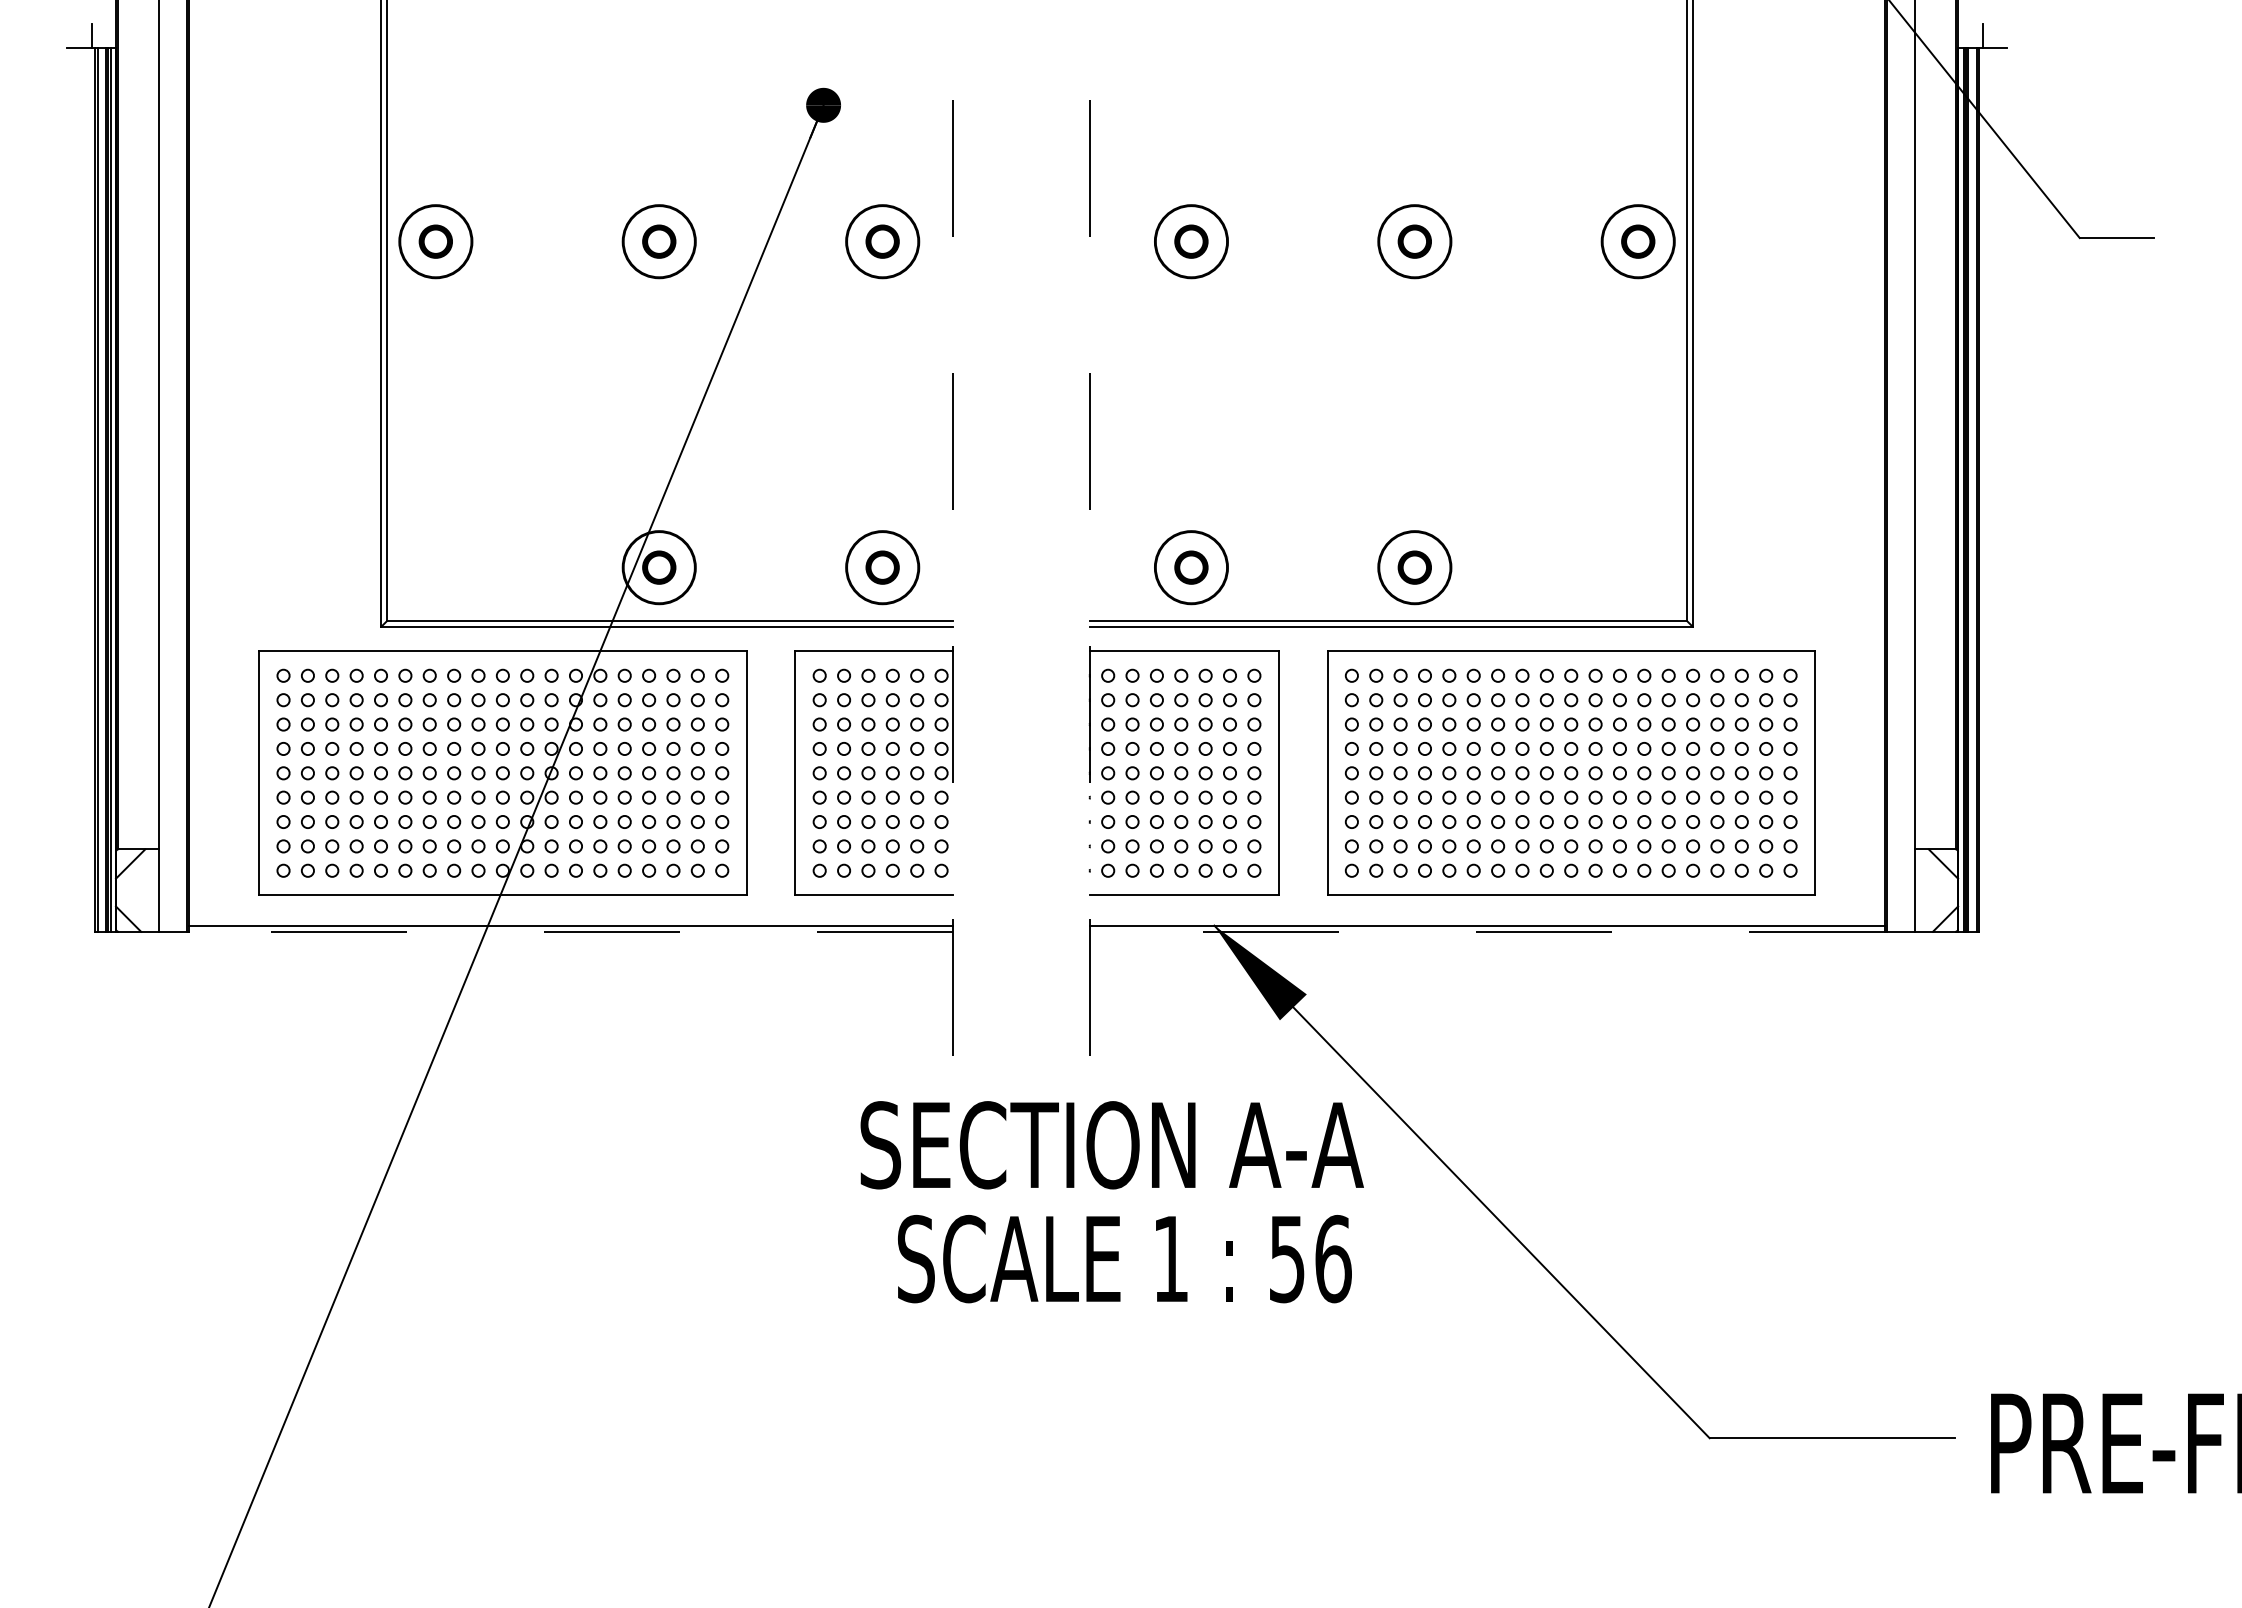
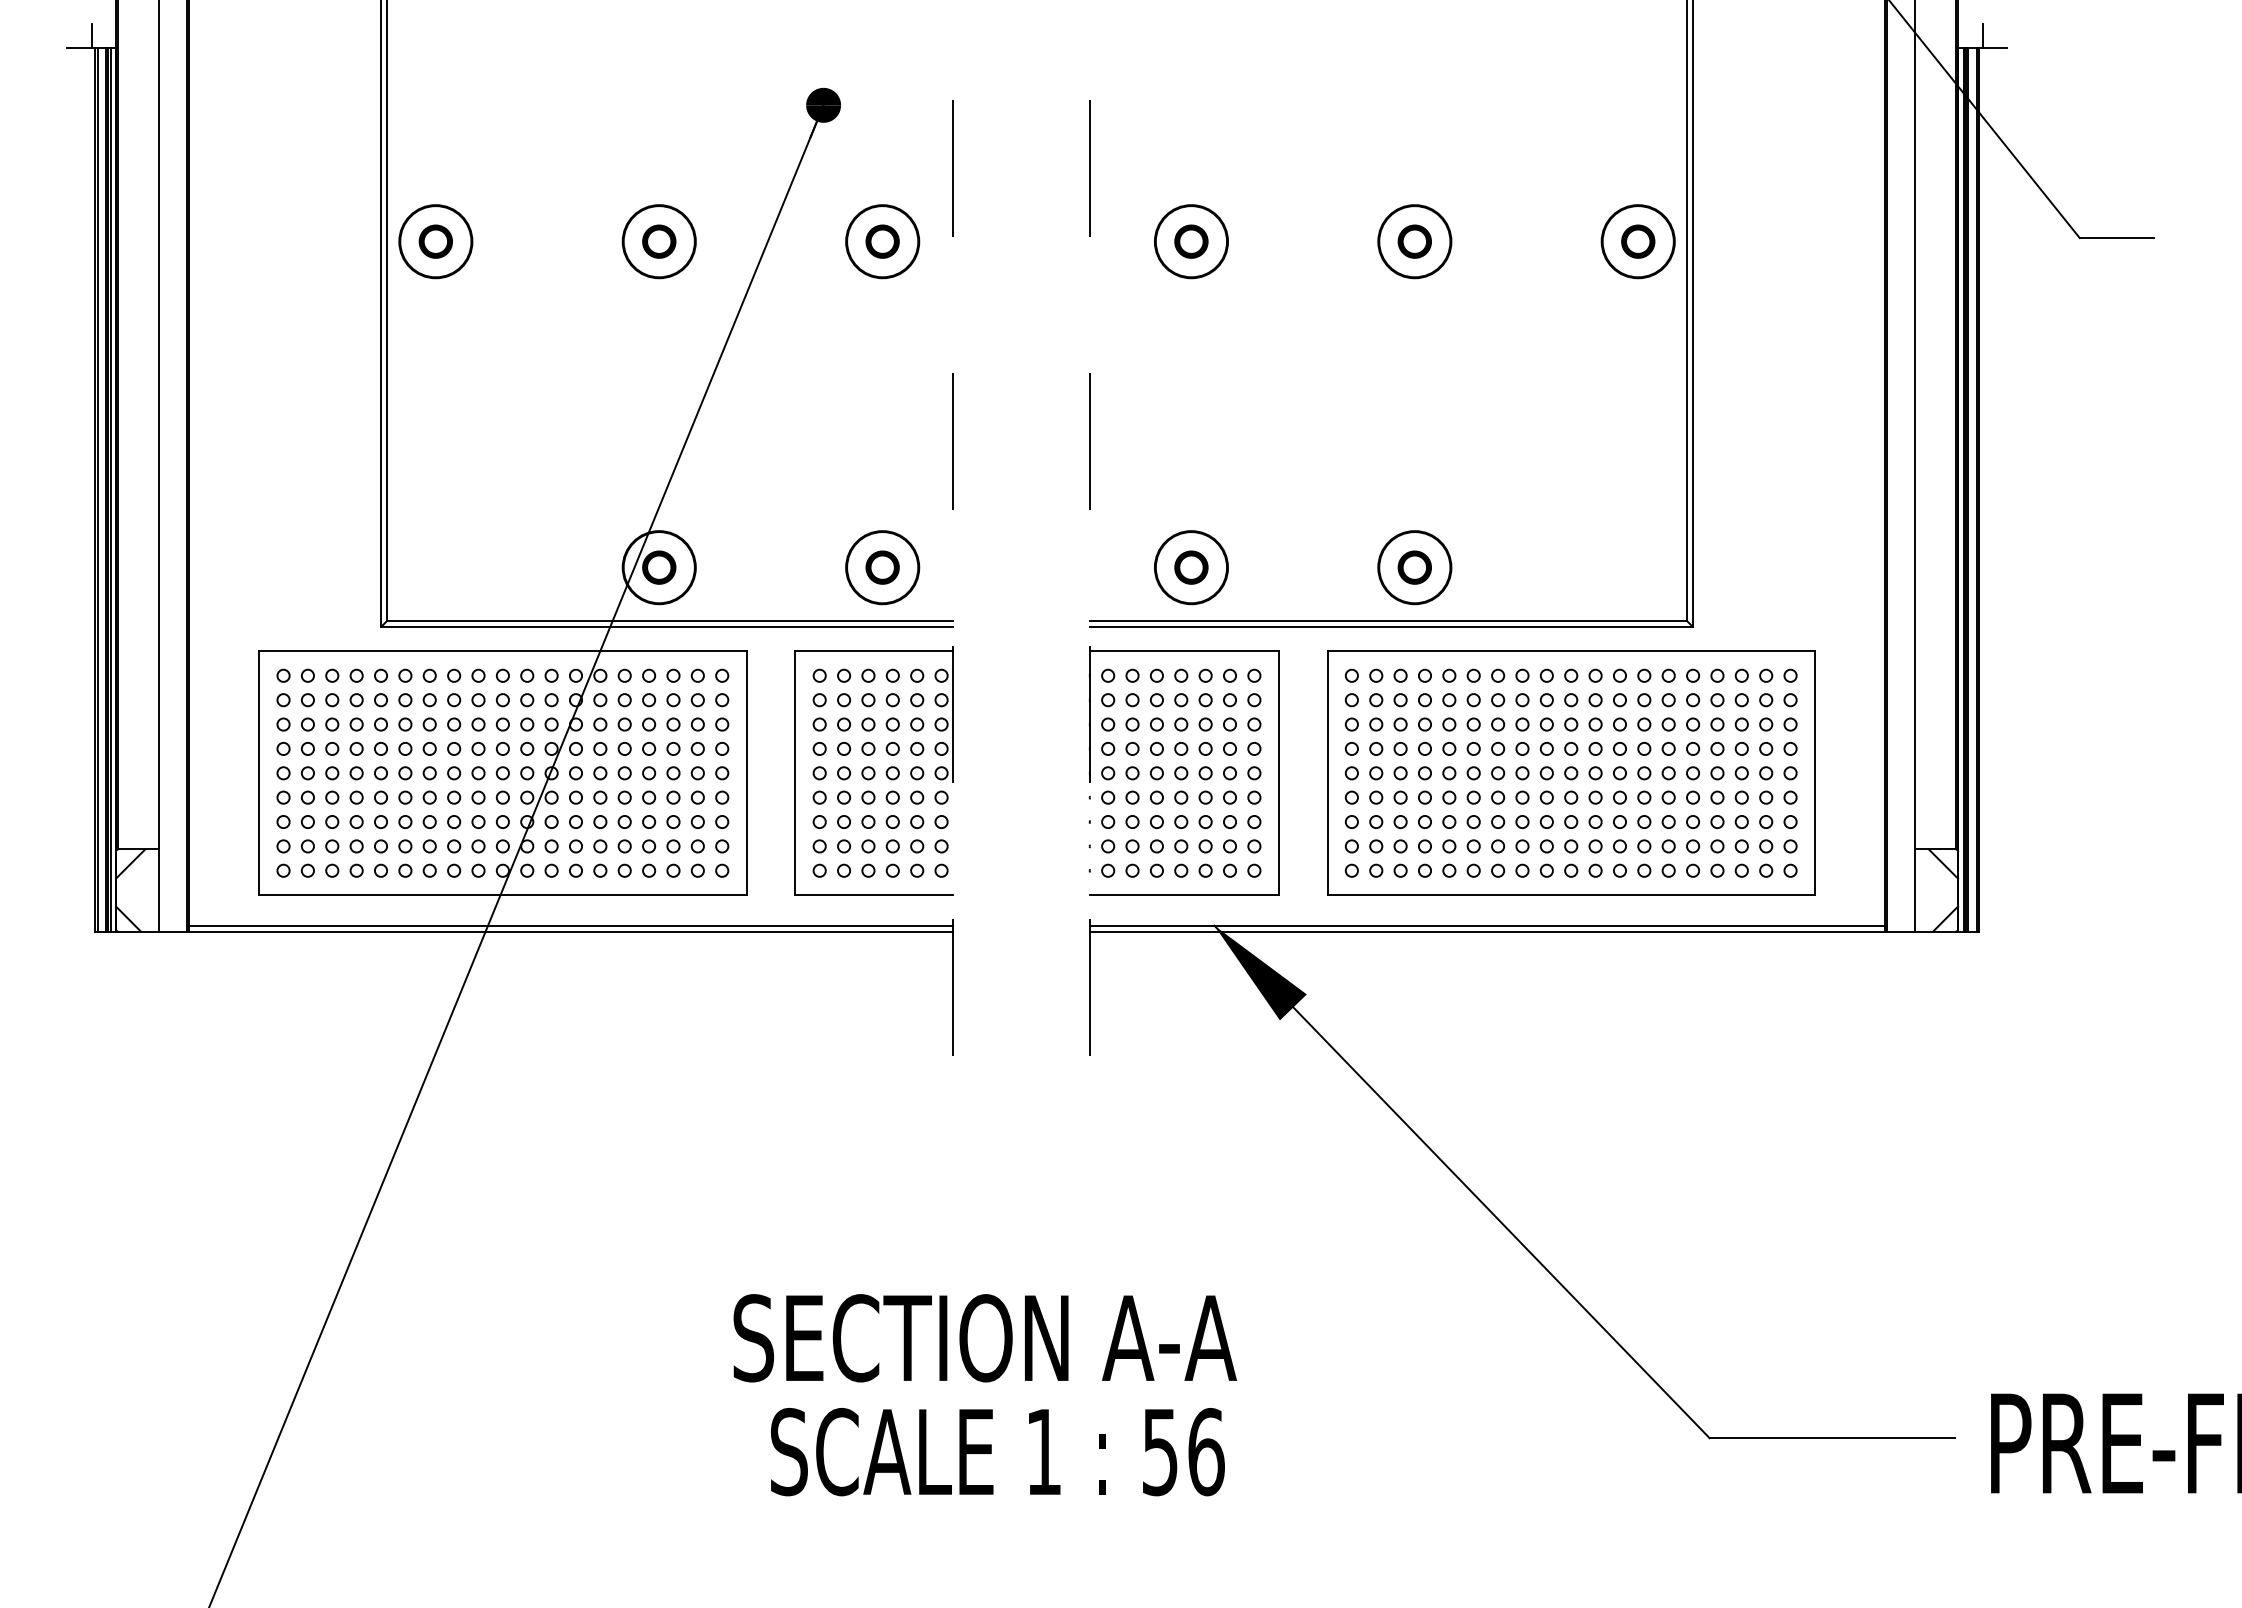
line at (570, 931): dashed -> solid
line at (1487, 931): dashed -> solid
text at (1111, 1202) position: (1111, 1202) -> (984, 1395)
